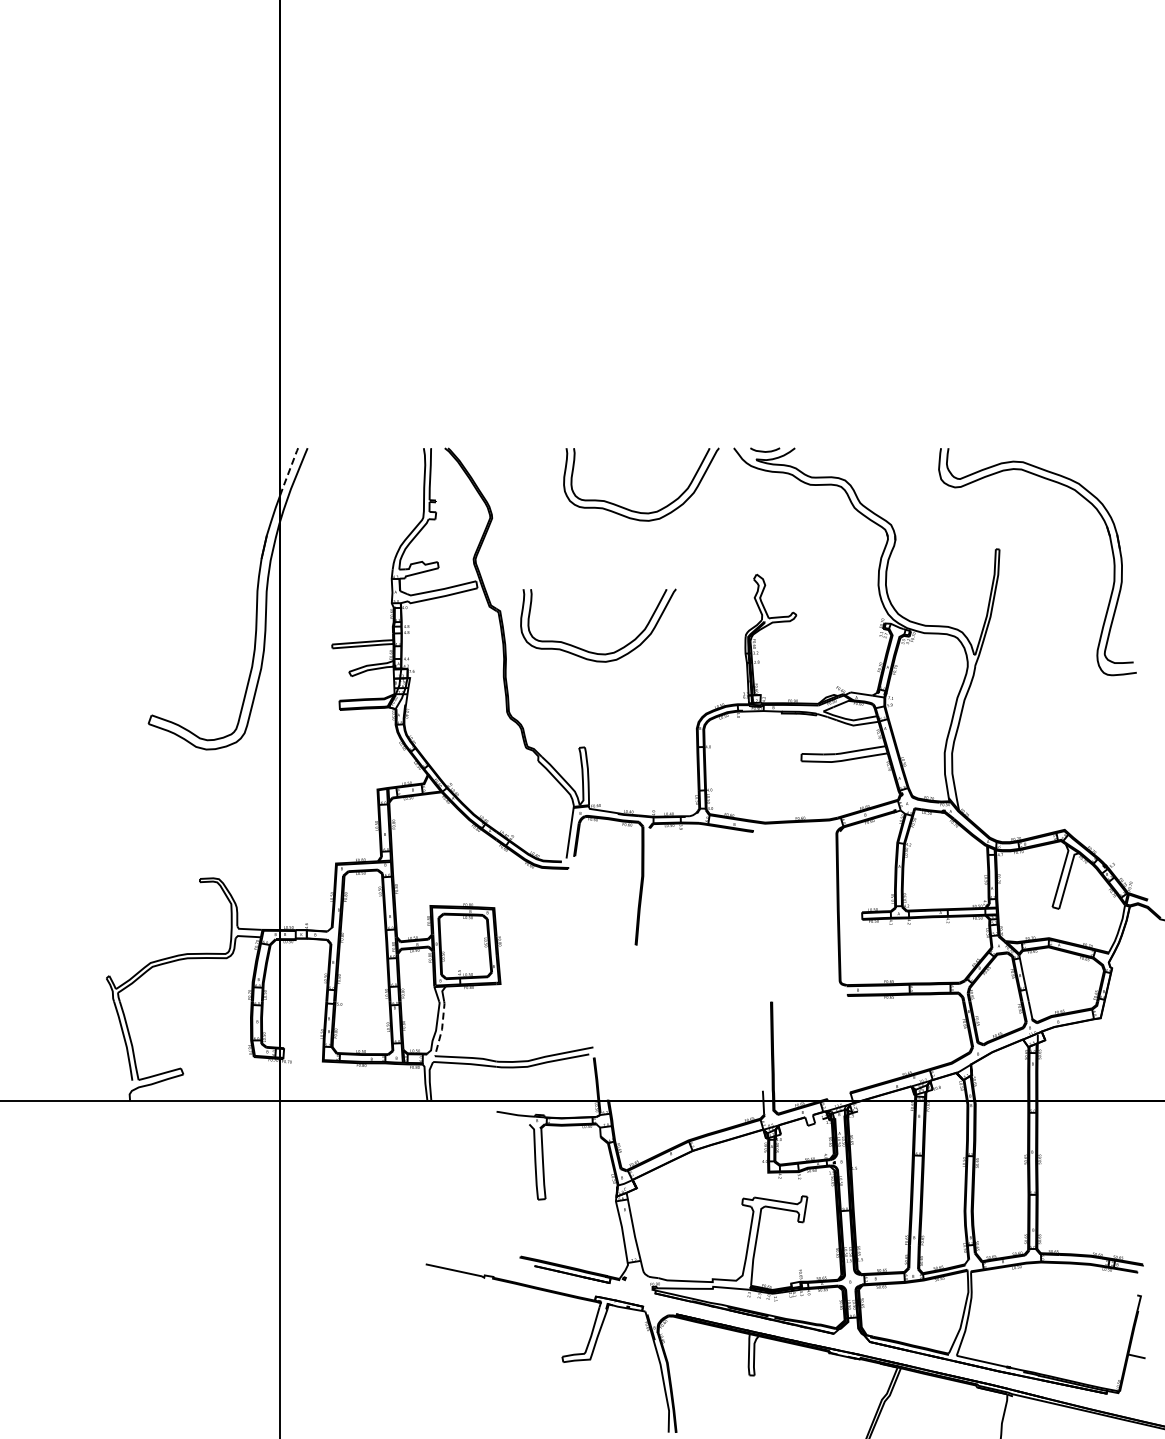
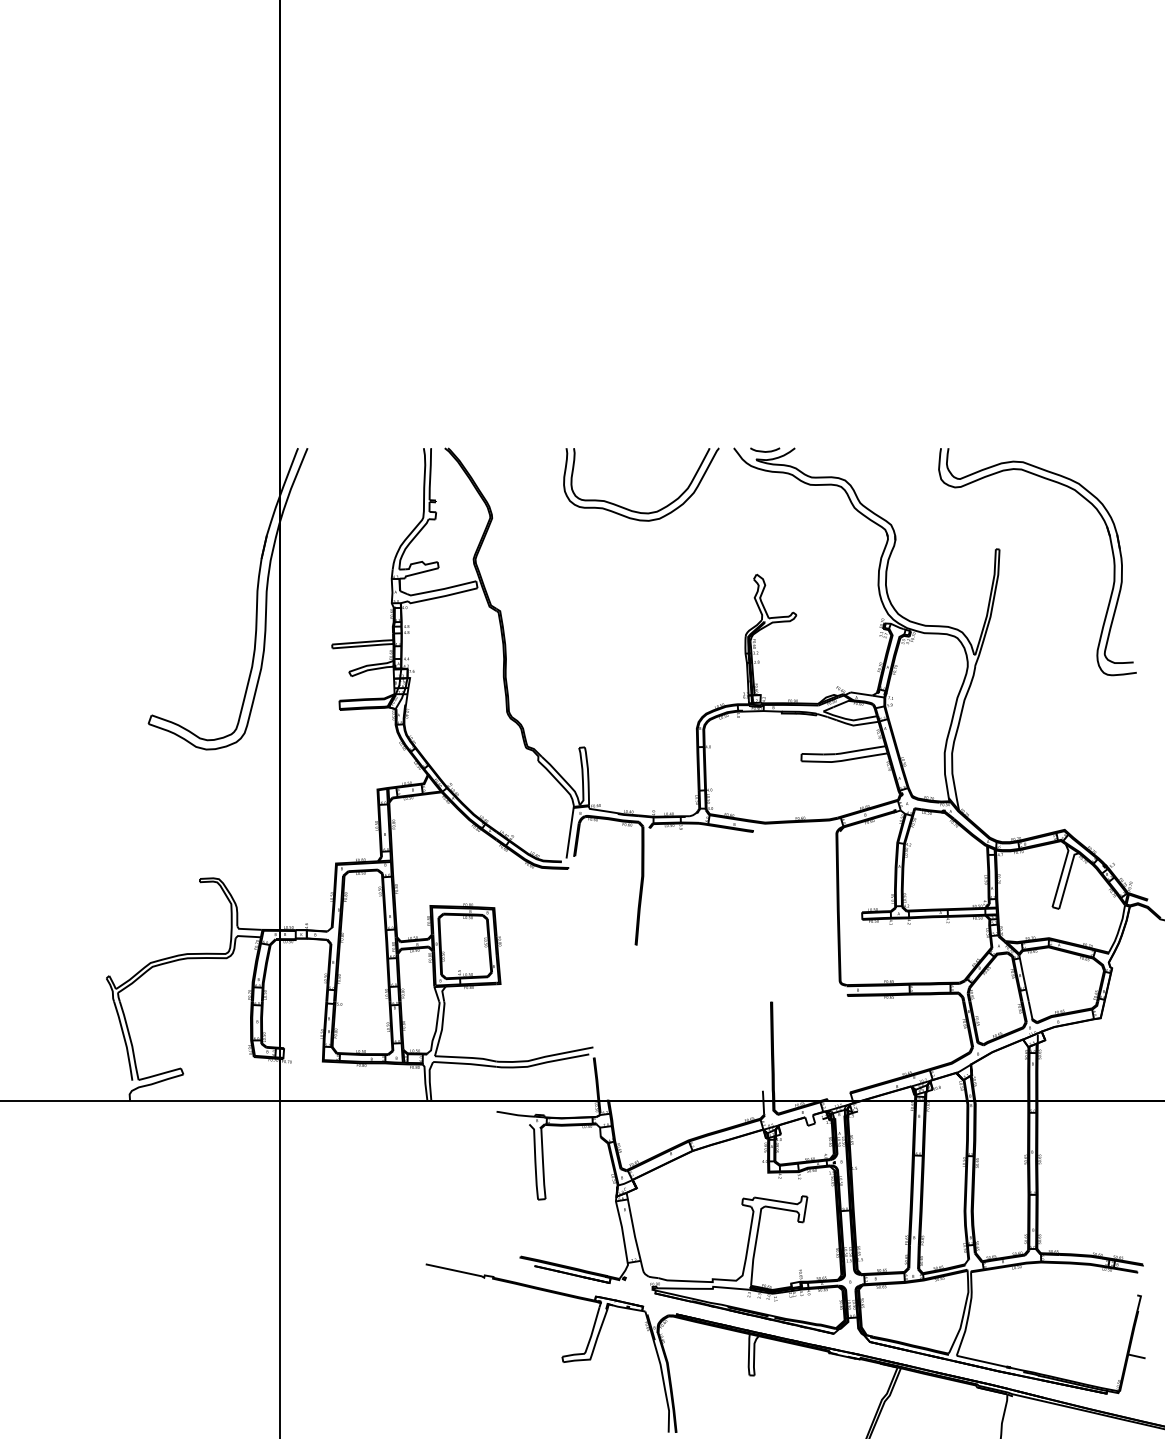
line at (288, 472): dashed -> solid
part at (591, 651): present -> none
line at (442, 1029): dashed -> solid
